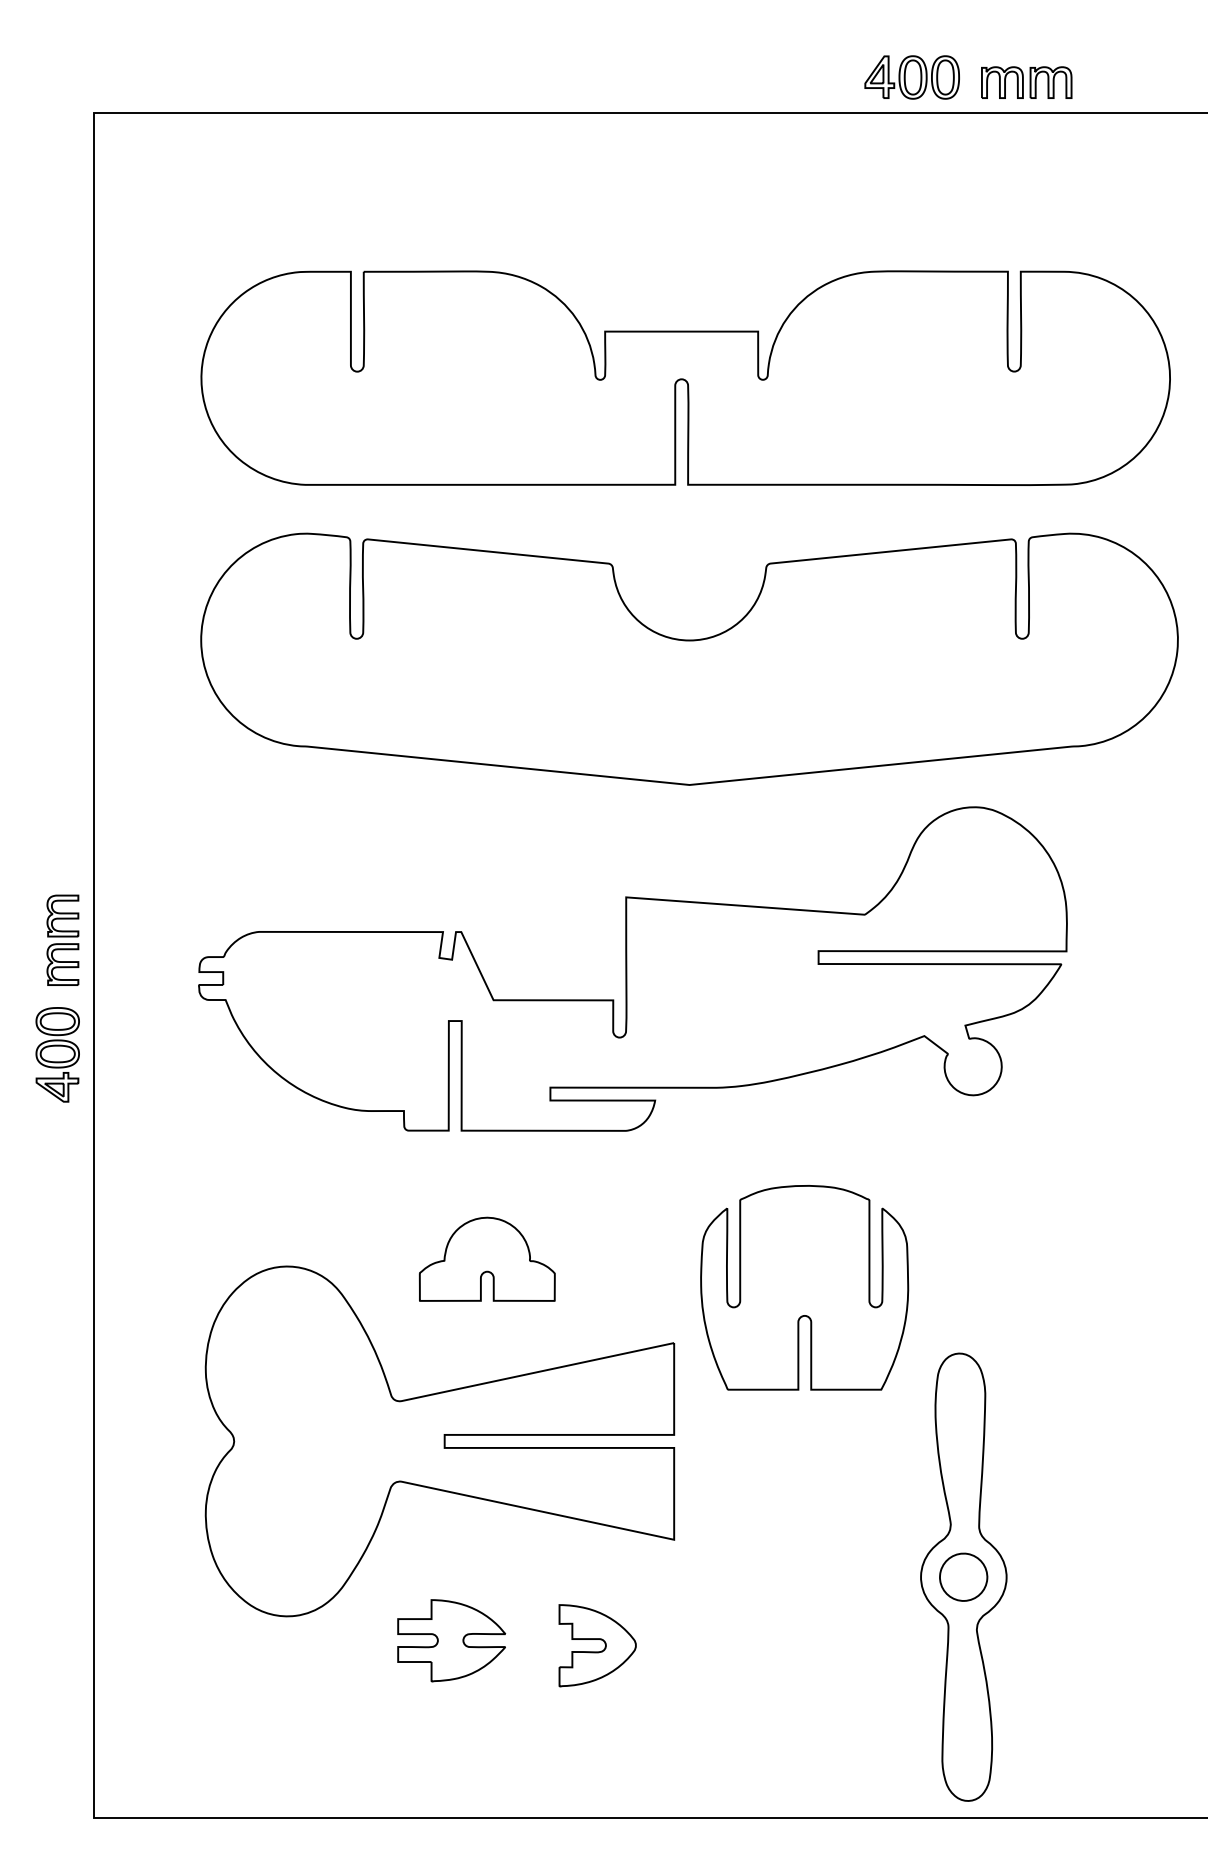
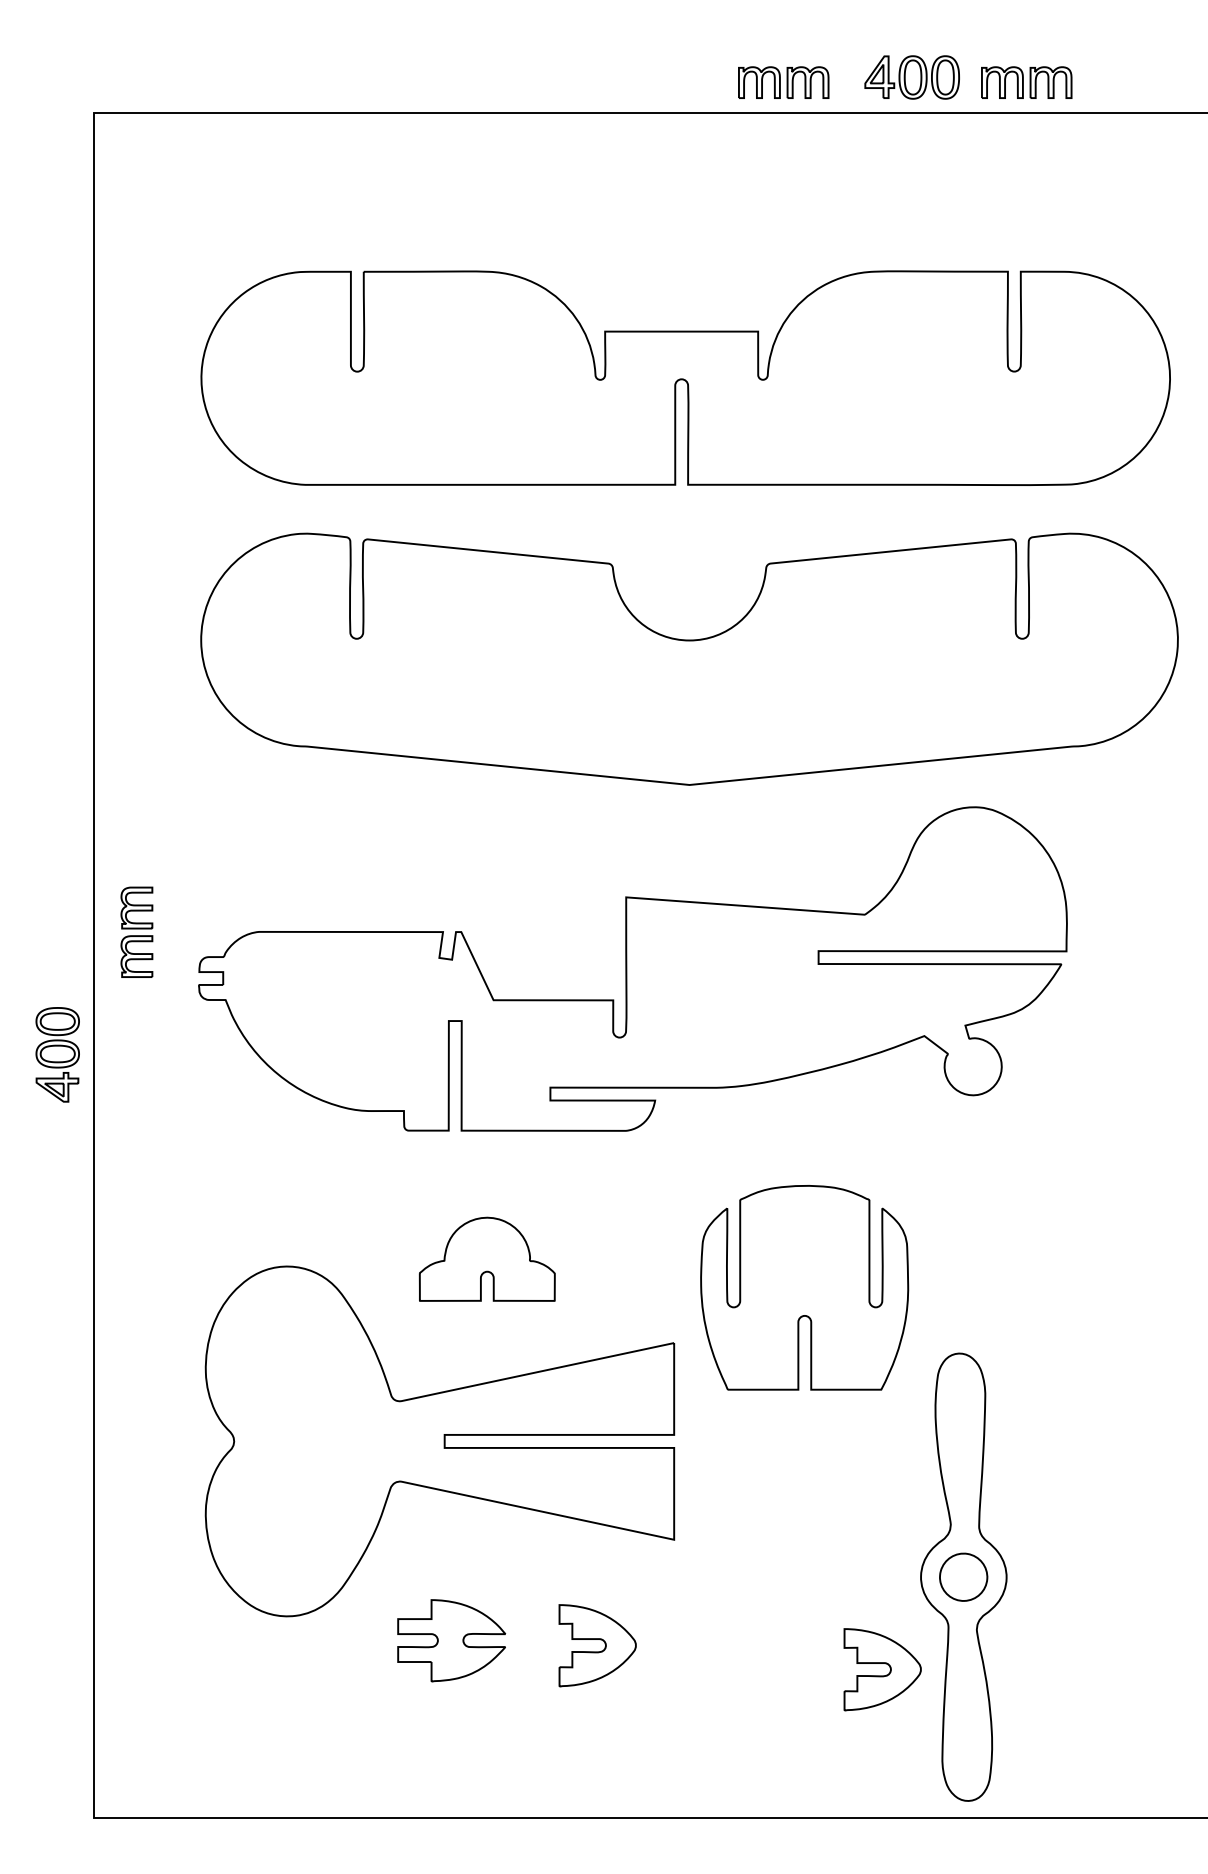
part at (783, 82): none -> present
part at (62, 939) position: (62, 939) -> (136, 931)
part at (882, 1669): none -> present
